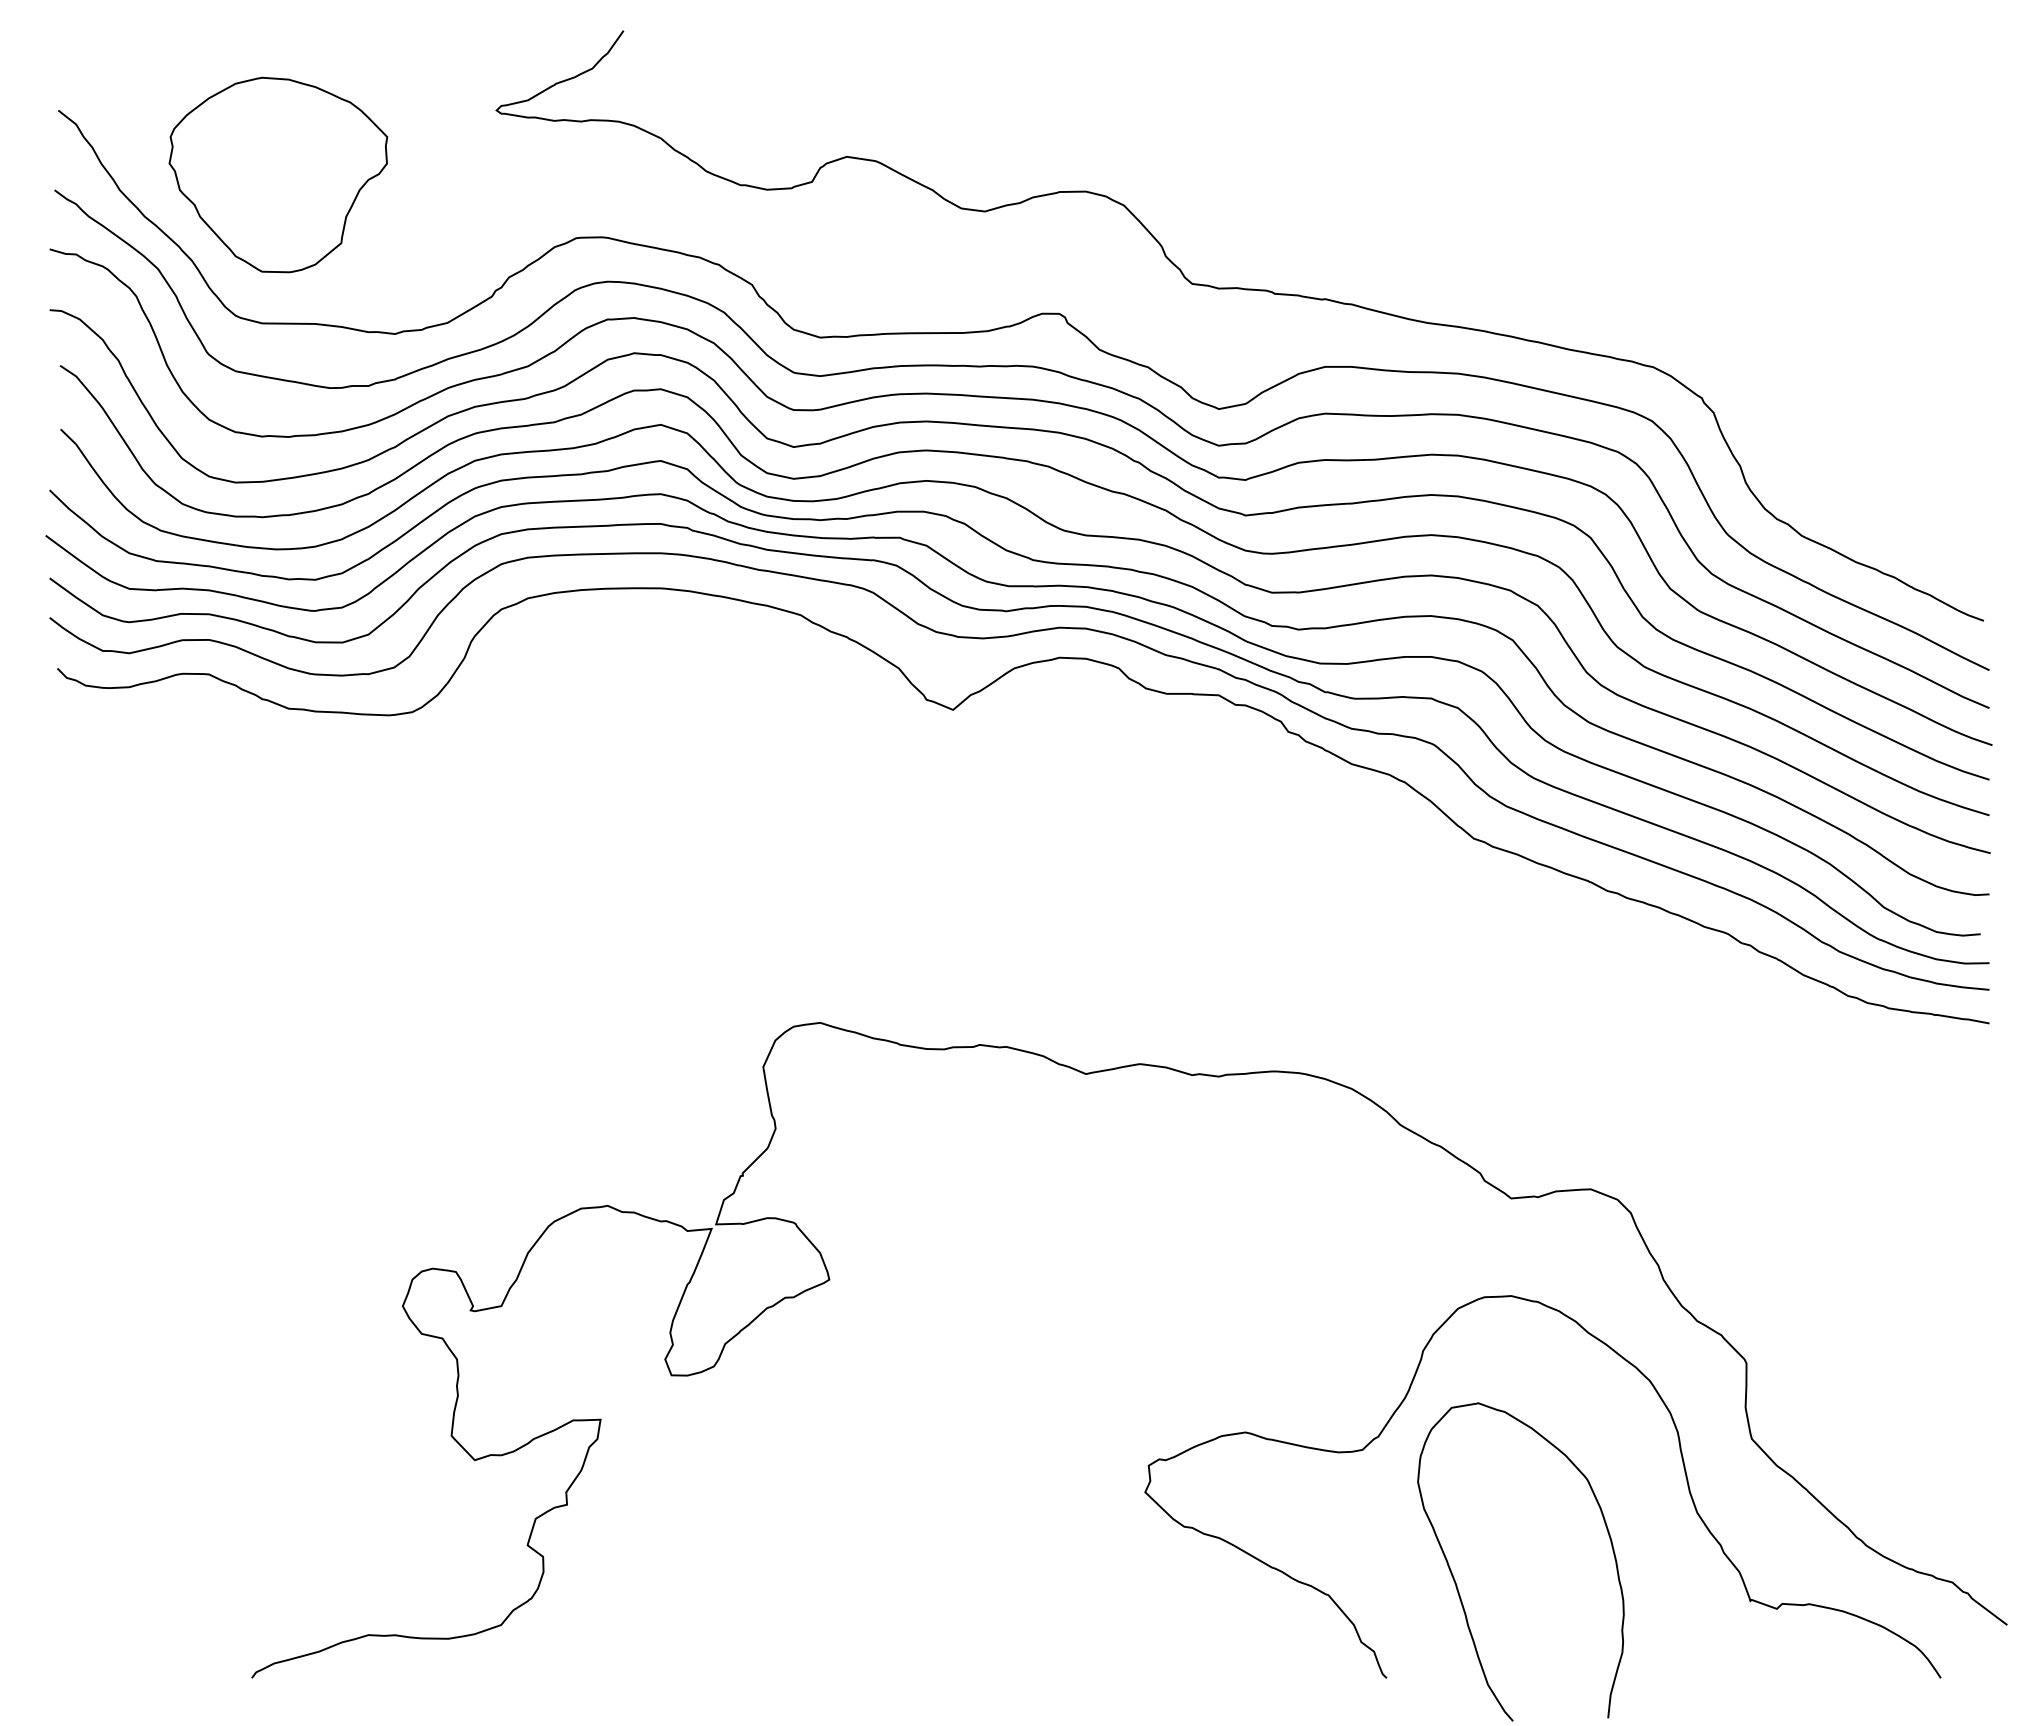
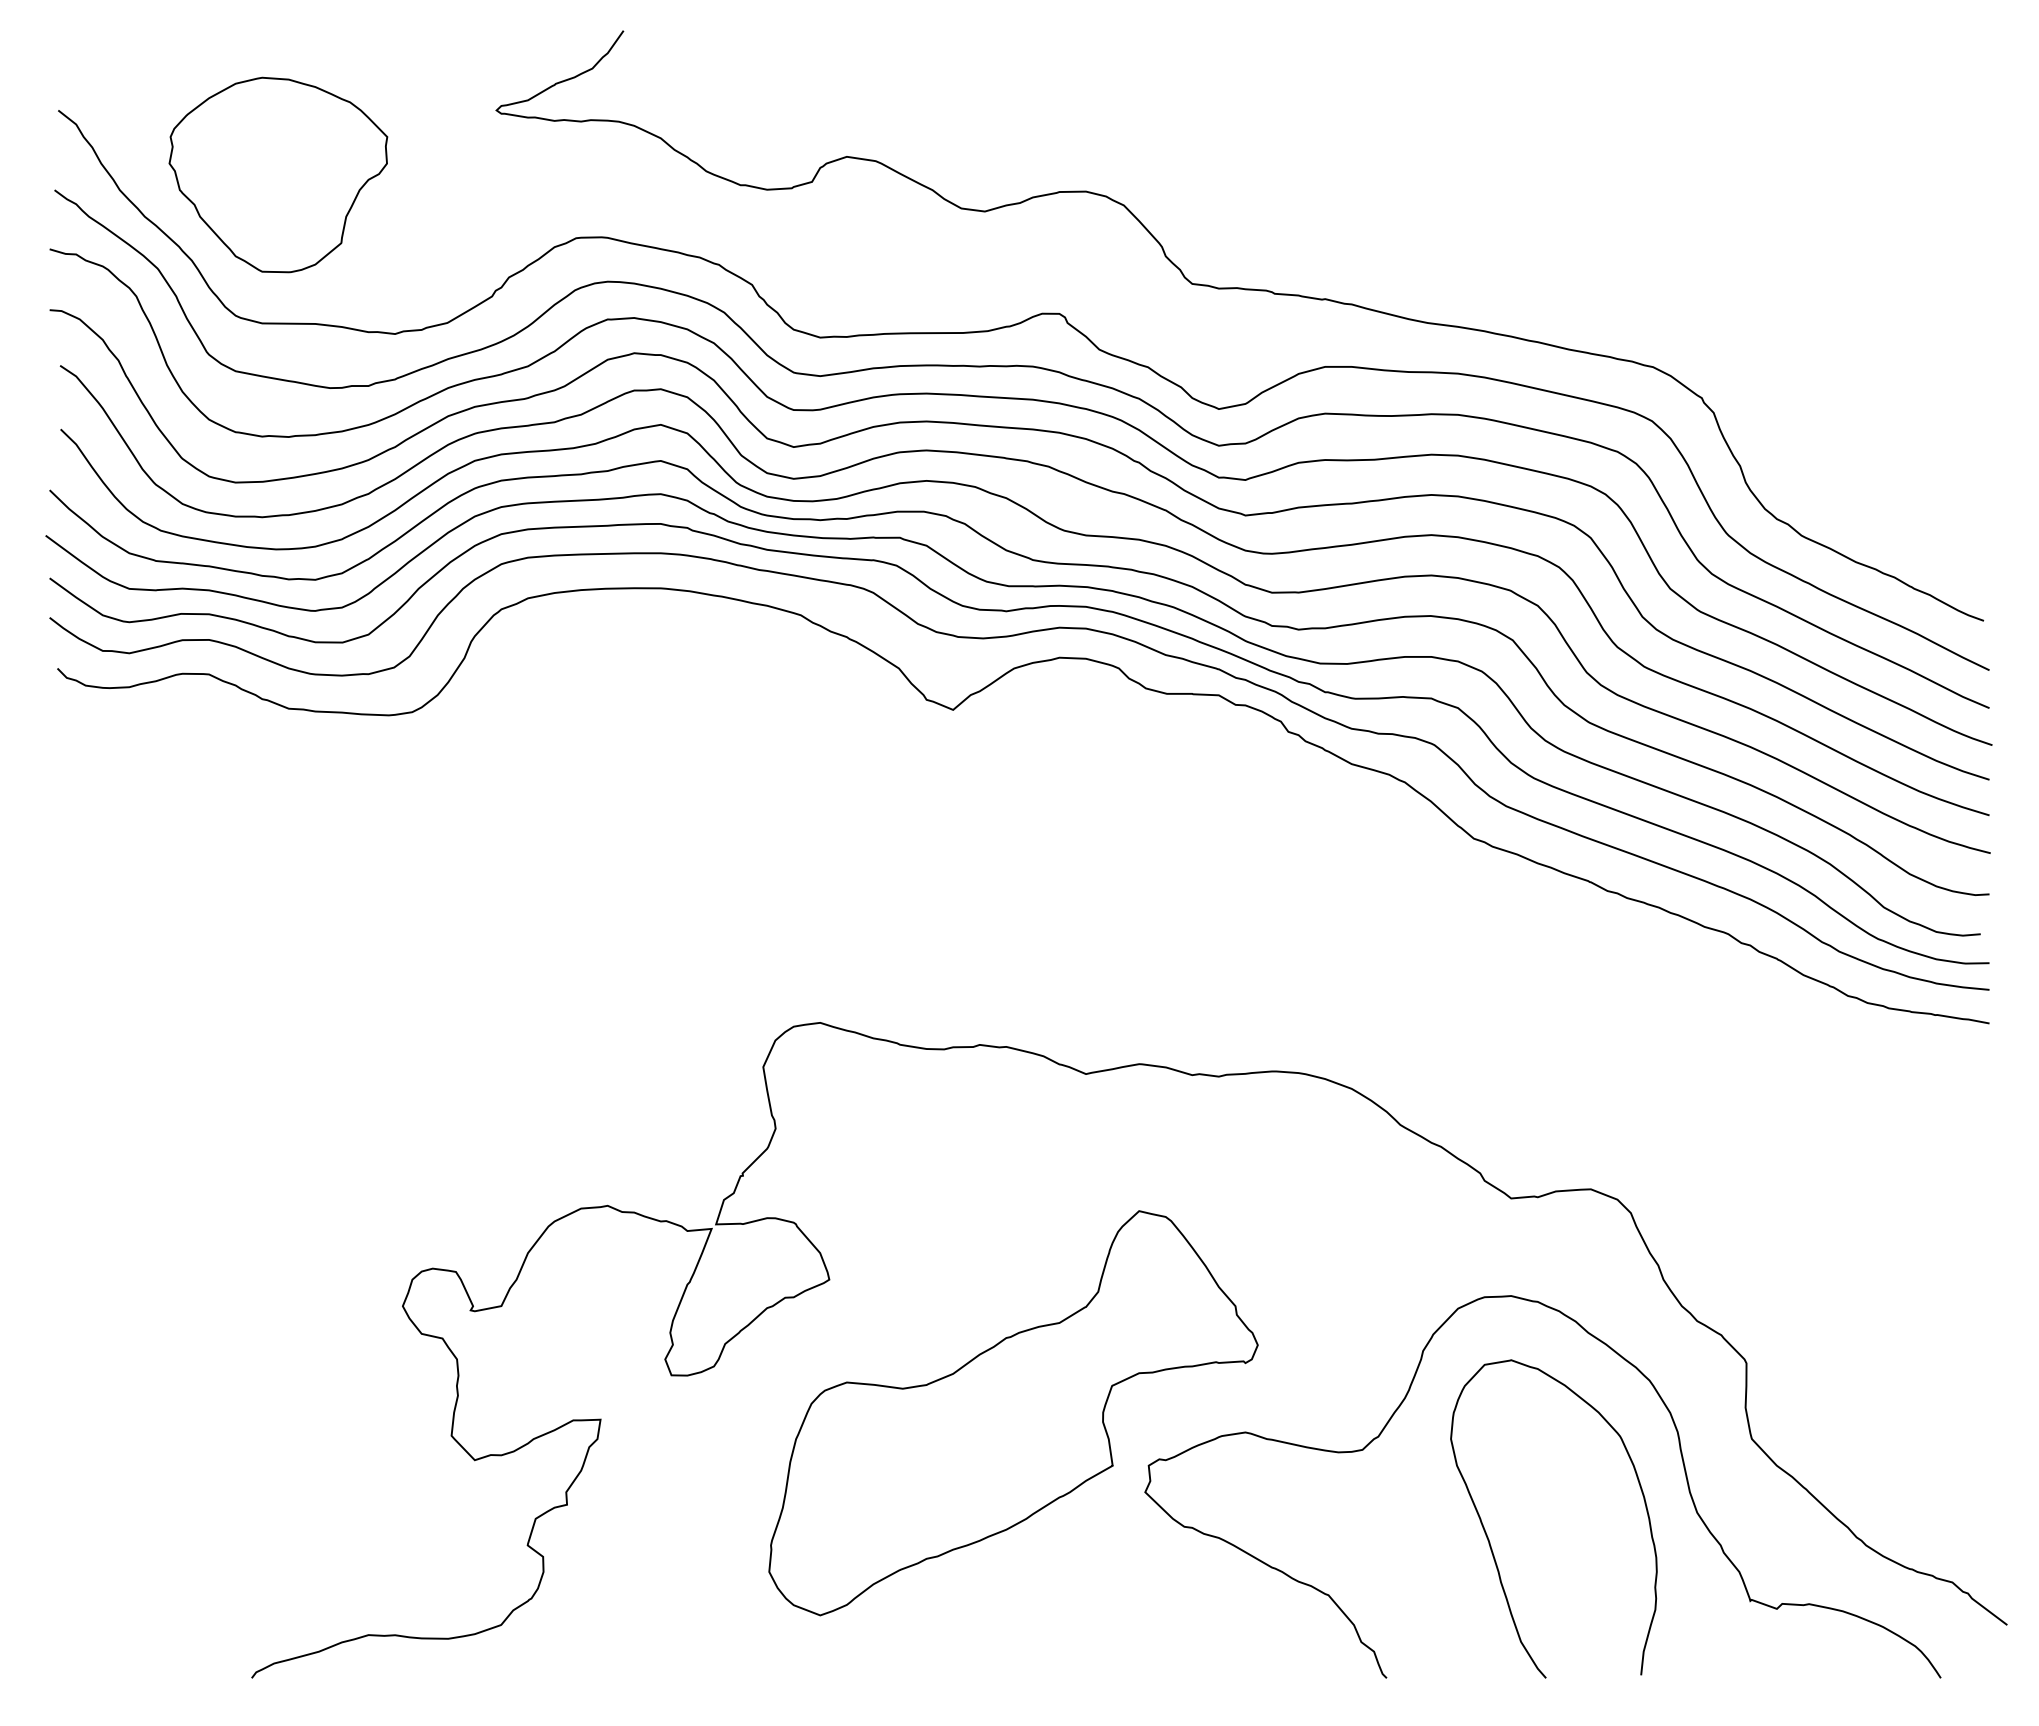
part at (1013, 1413): none -> present
curve at (1456, 1582) position: (1456, 1582) -> (1489, 1539)
